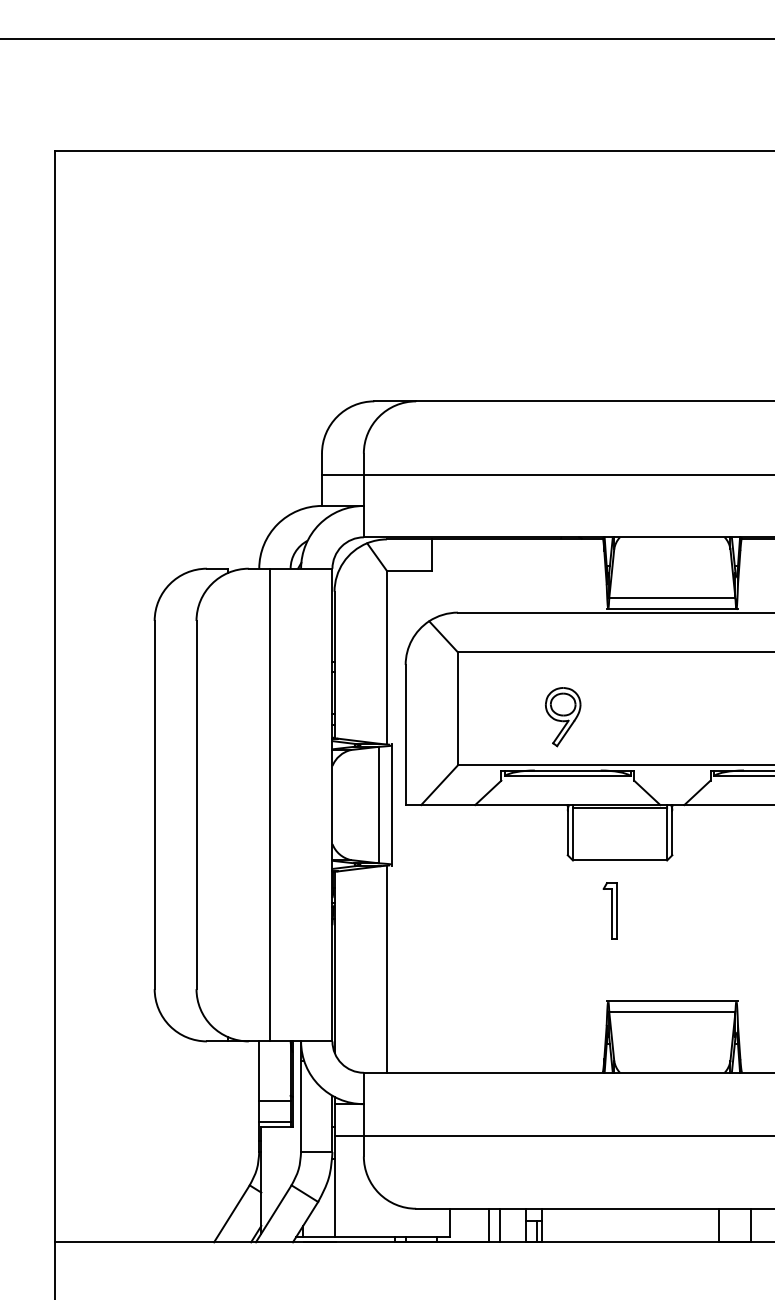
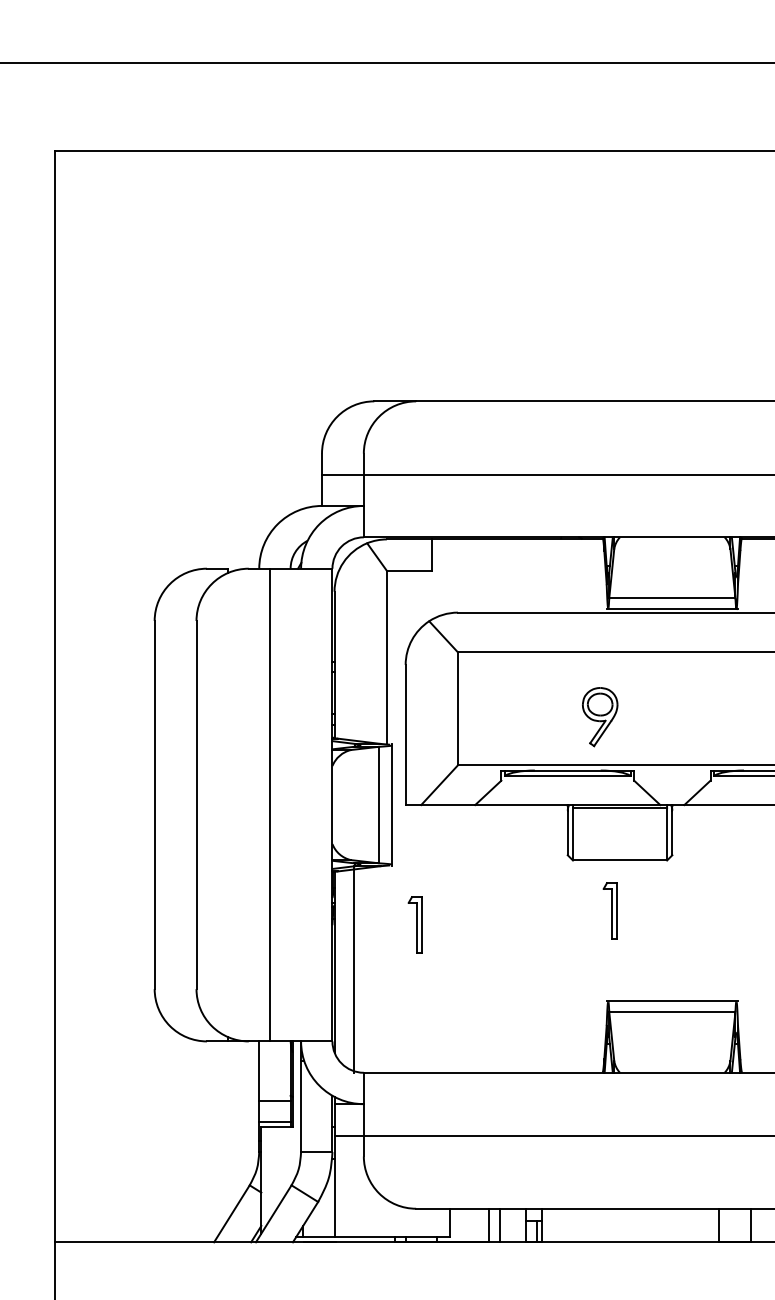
line at (386, 38) position: (386, 38) -> (386, 62)
part at (563, 717) position: (563, 717) -> (600, 717)
part at (414, 924): none -> present
line at (386, 968) position: (386, 968) -> (353, 968)
